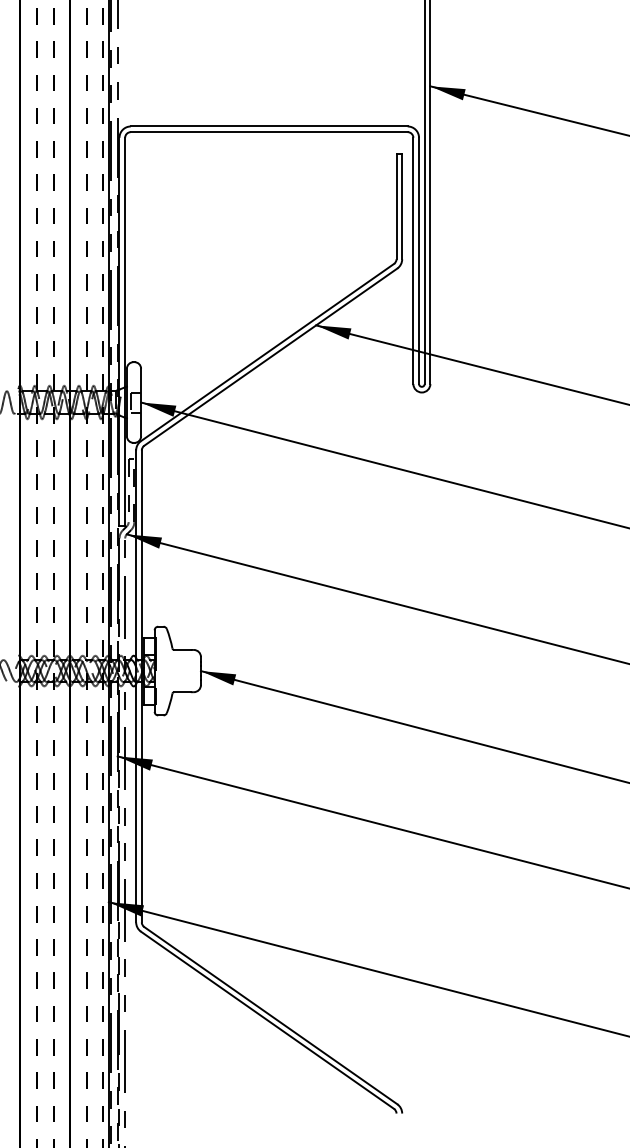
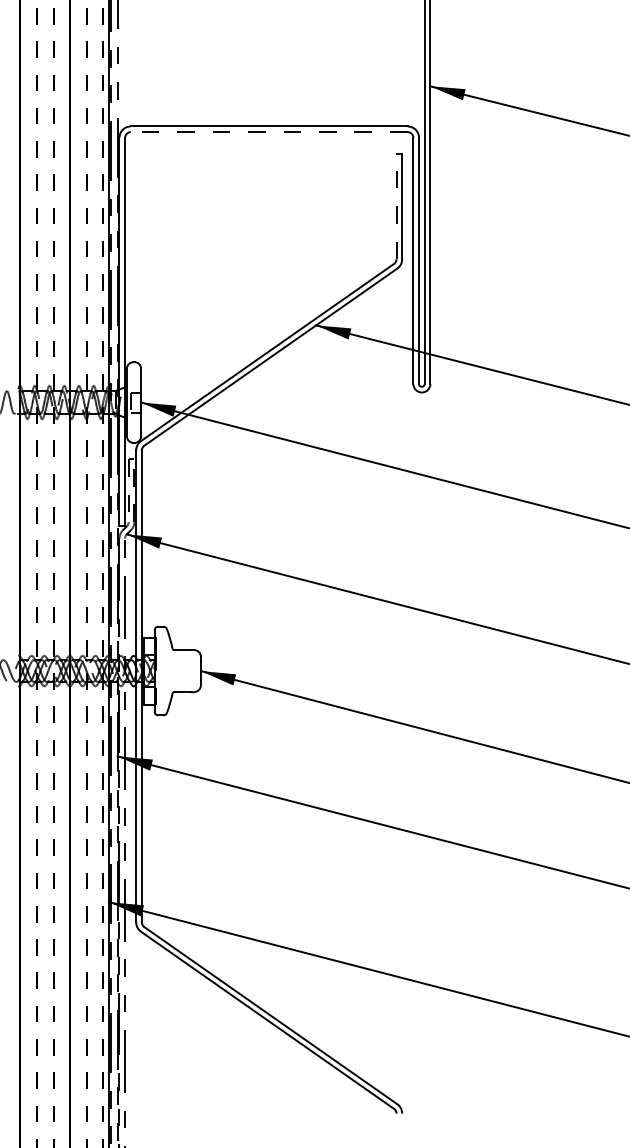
line at (268, 132): solid -> dashed
line at (396, 206): solid -> dashed
